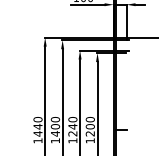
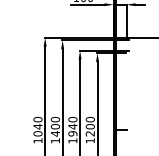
text at (37, 133): 1440 -> 1040
text at (72, 133): 1240 -> 1940
